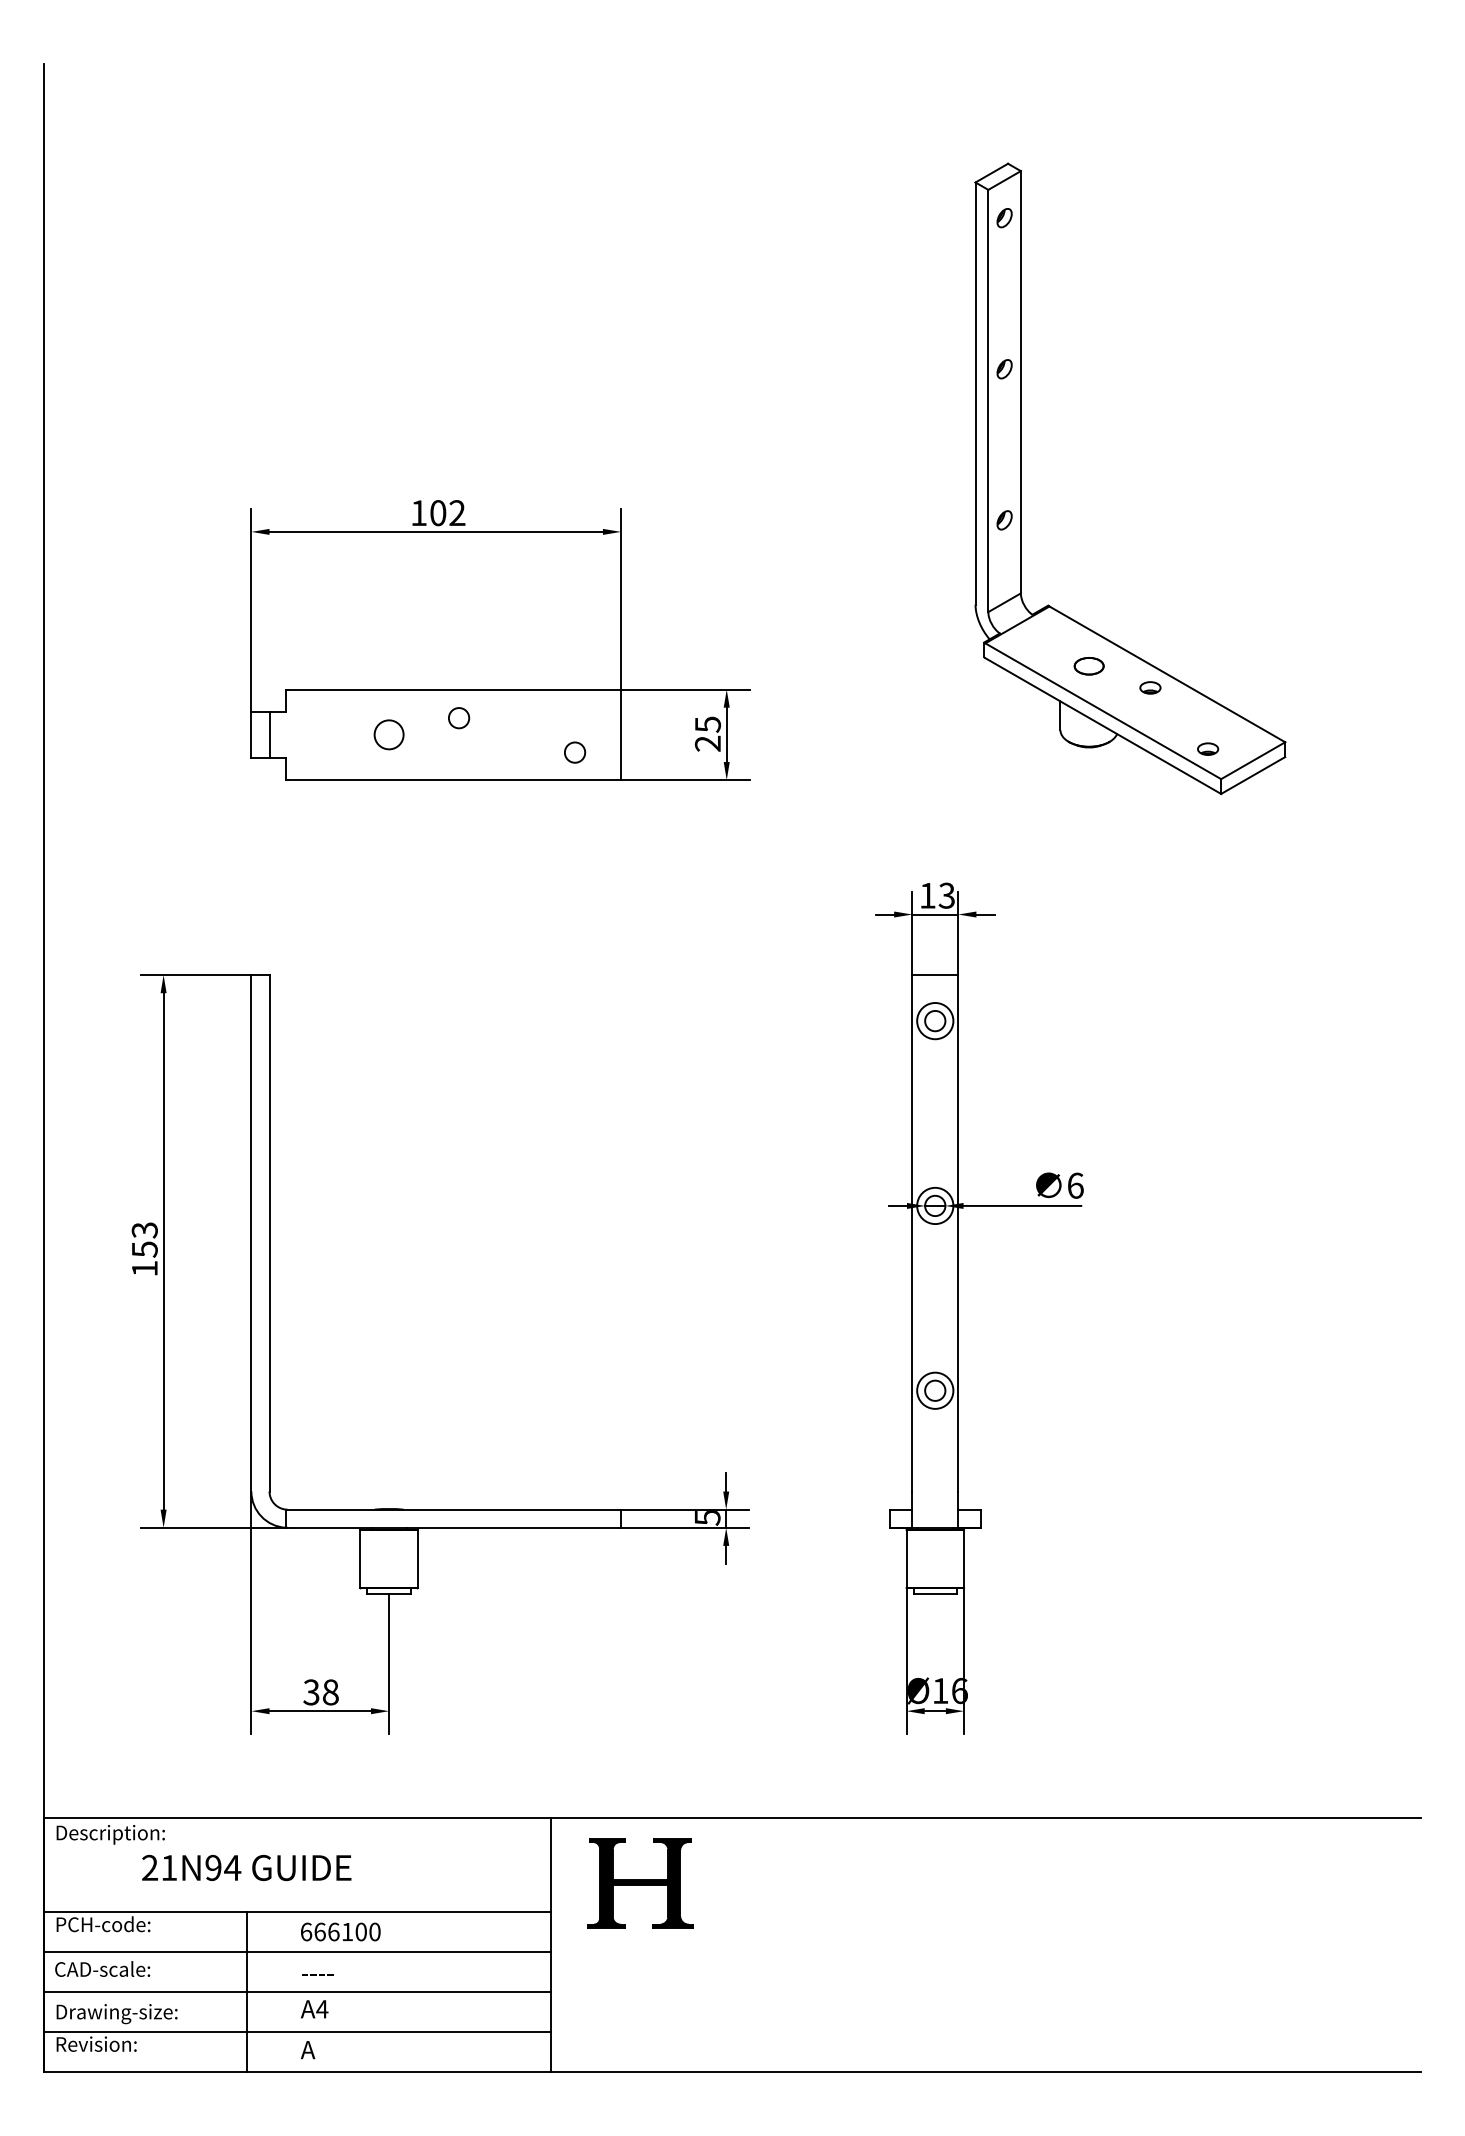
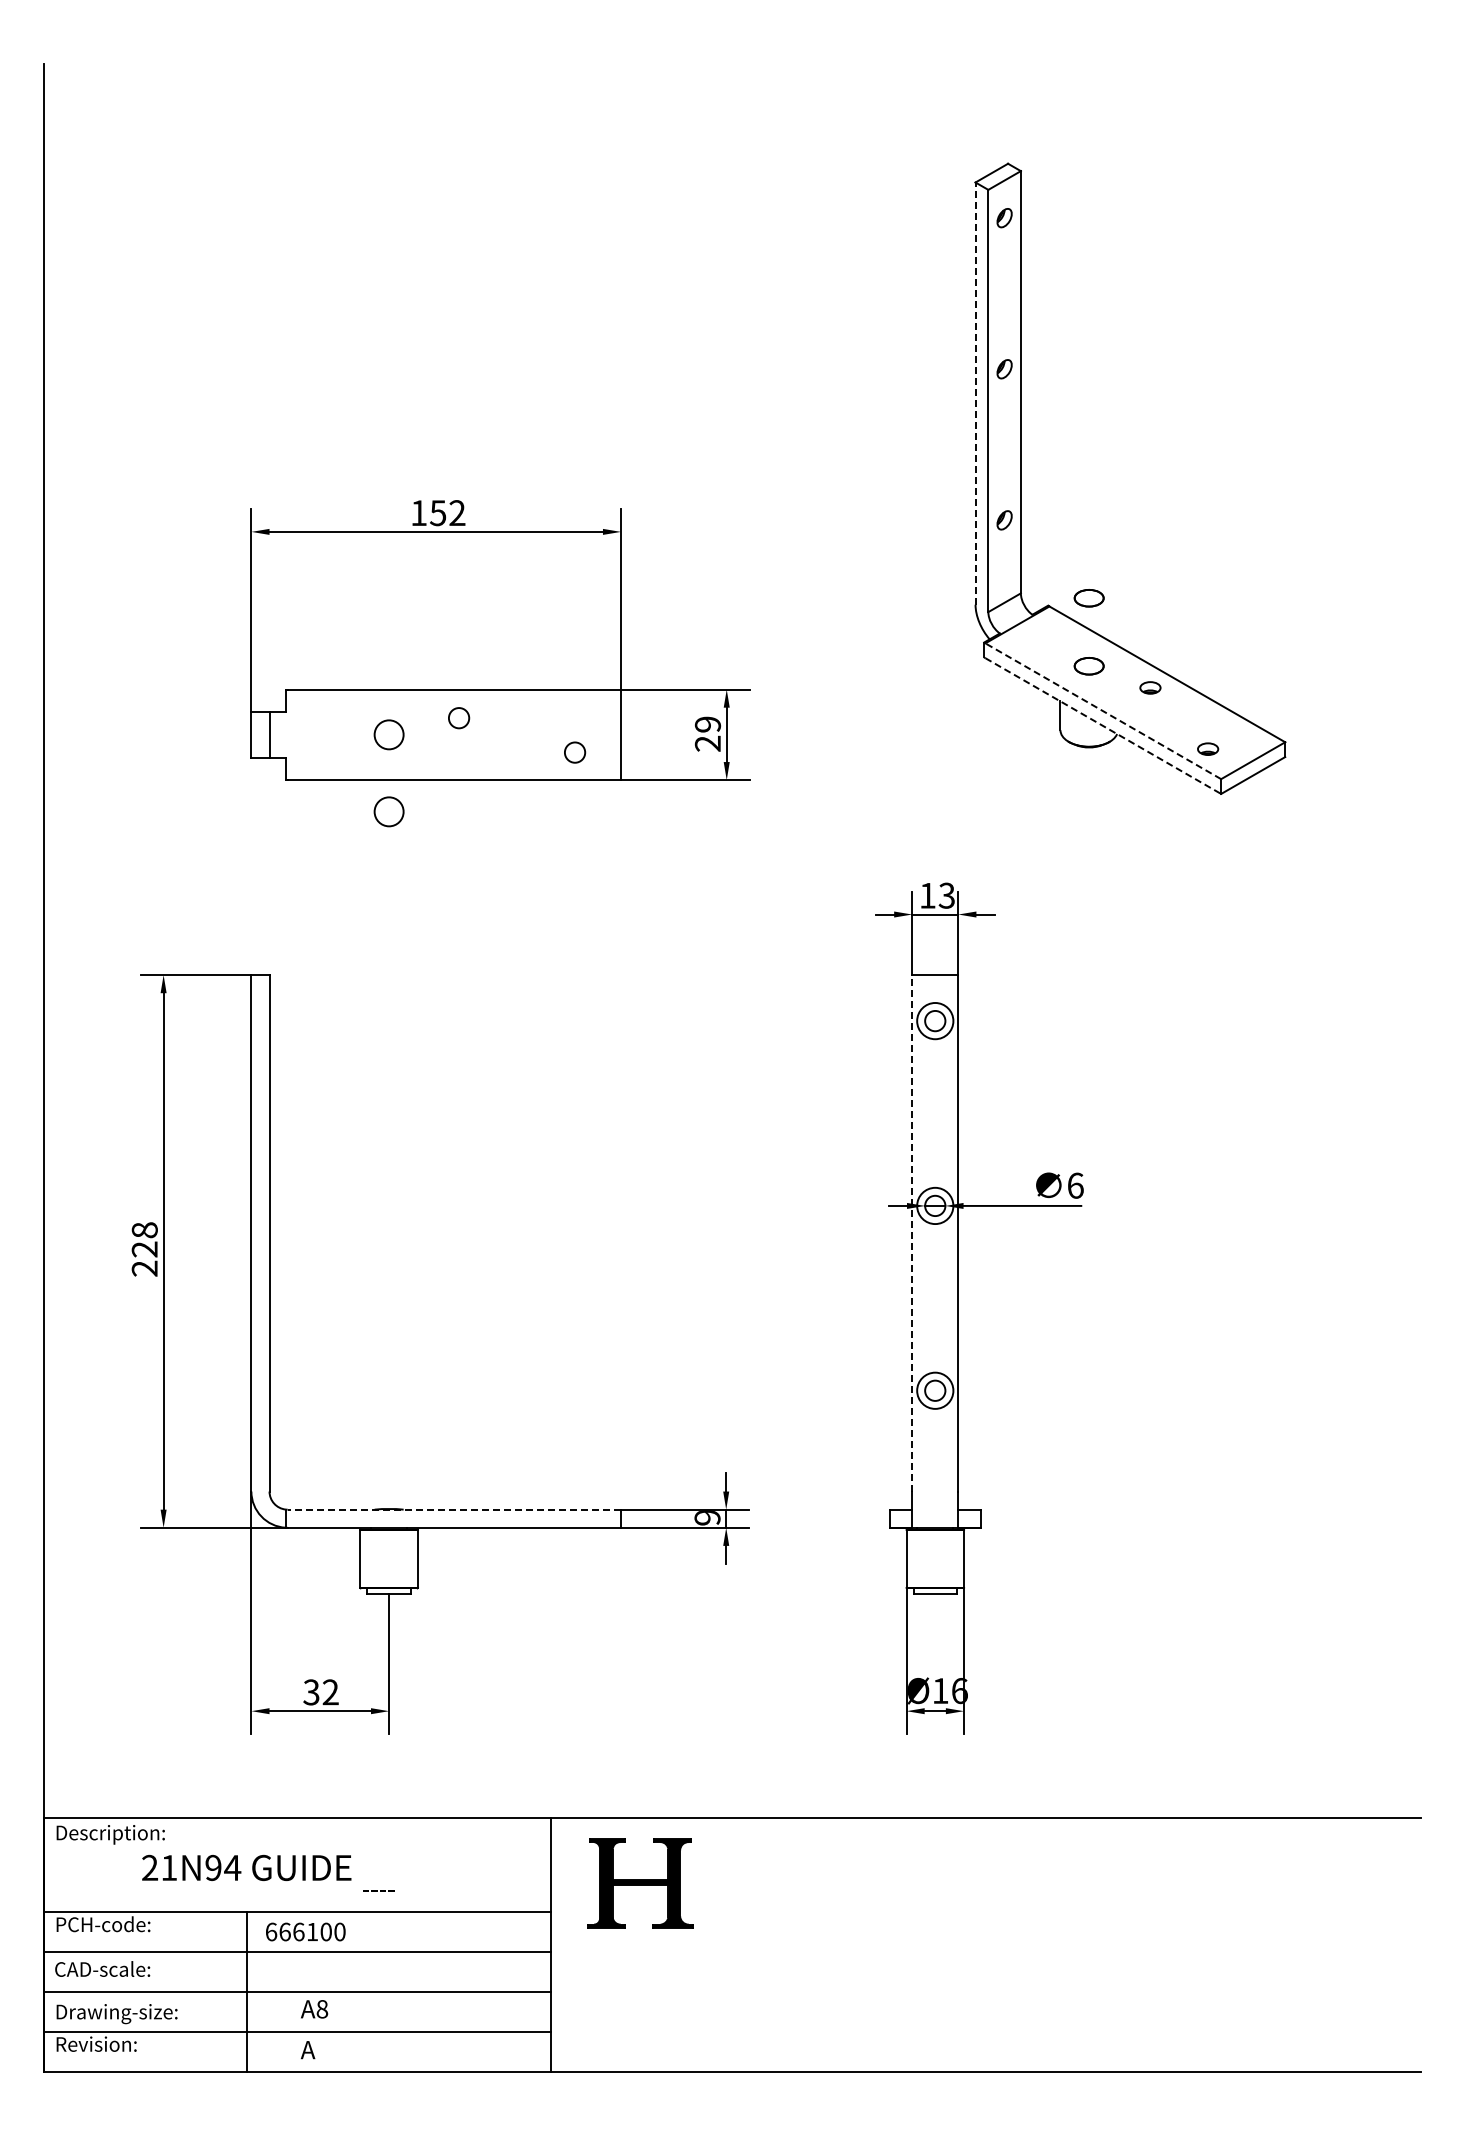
line at (975, 393): solid -> dashed
text at (438, 513): 102 -> 152
part at (1088, 598): none -> present
line at (1102, 711): solid -> dashed
text at (707, 724): 25 -> 29
line at (1103, 726): solid -> dashed
circle at (388, 811): none -> present
line at (912, 1232): solid -> dashed
text at (144, 1249): 153 -> 228
line at (454, 1509): solid -> dashed
text at (707, 1518): 5 -> 9
text at (330, 1692): 38 -> 32
text at (340, 1931) position: (340, 1931) -> (305, 1931)
text at (317, 1974) position: (317, 1974) -> (378, 1890)
text at (322, 2009): A4 -> A8
